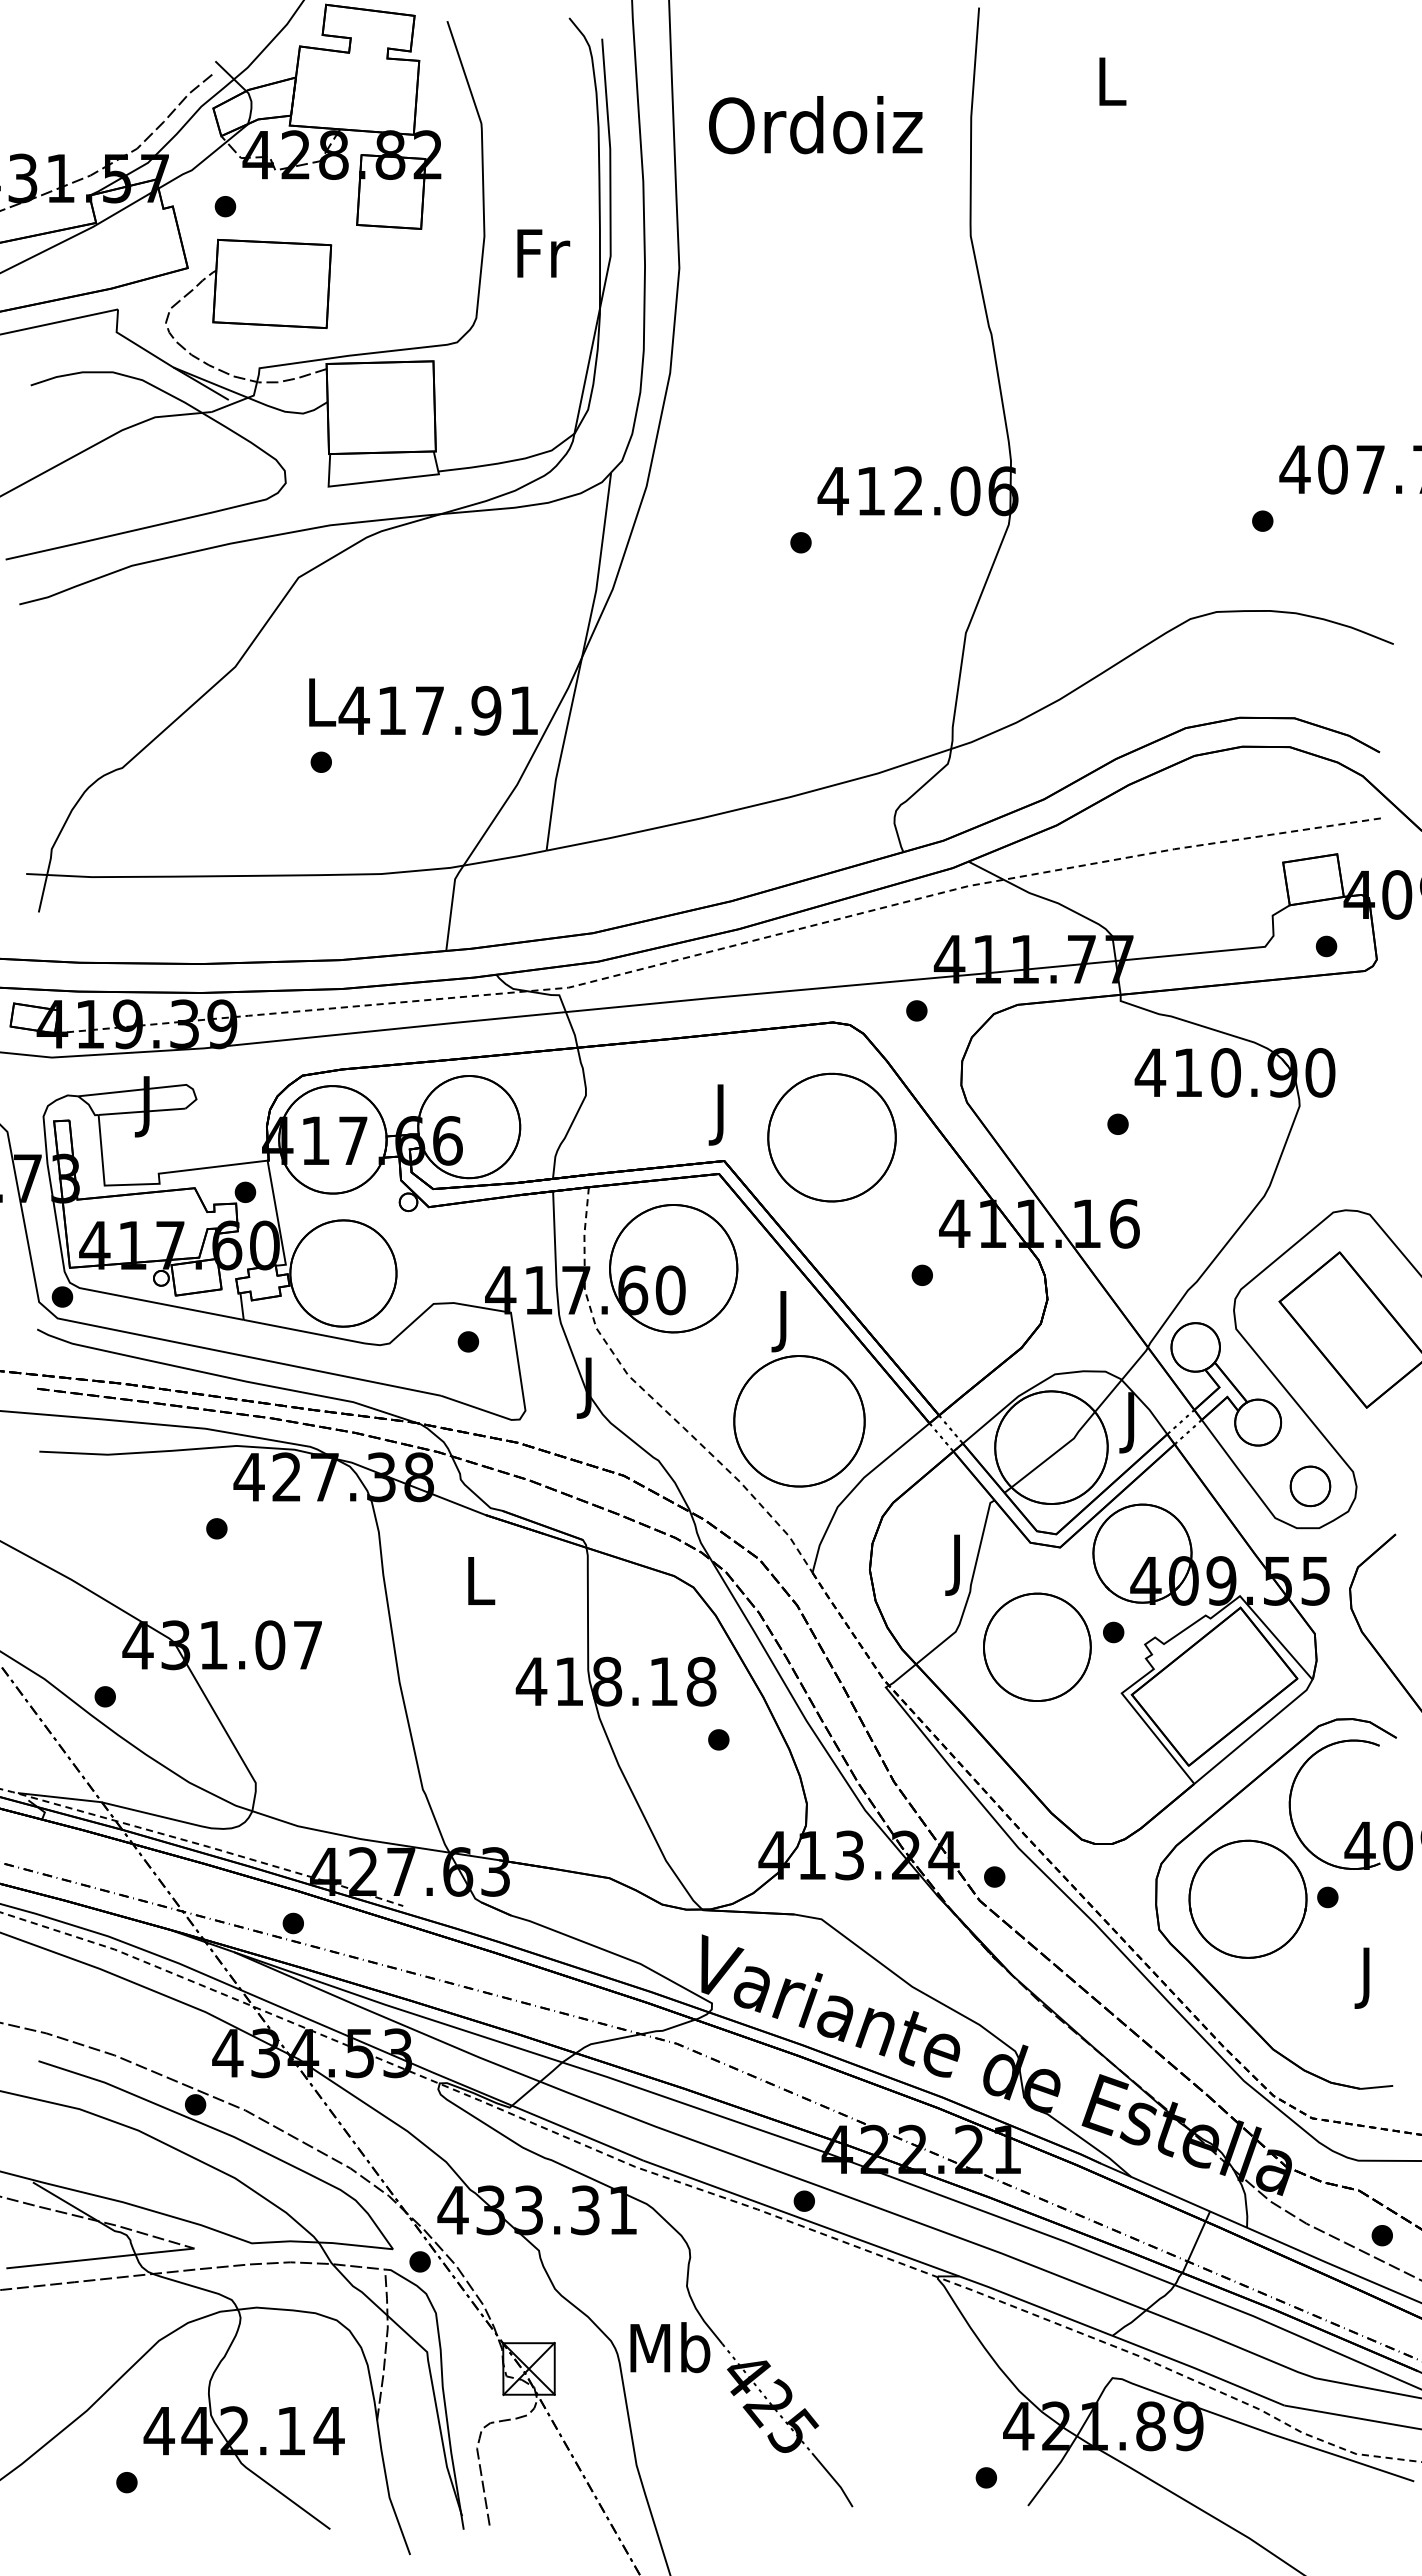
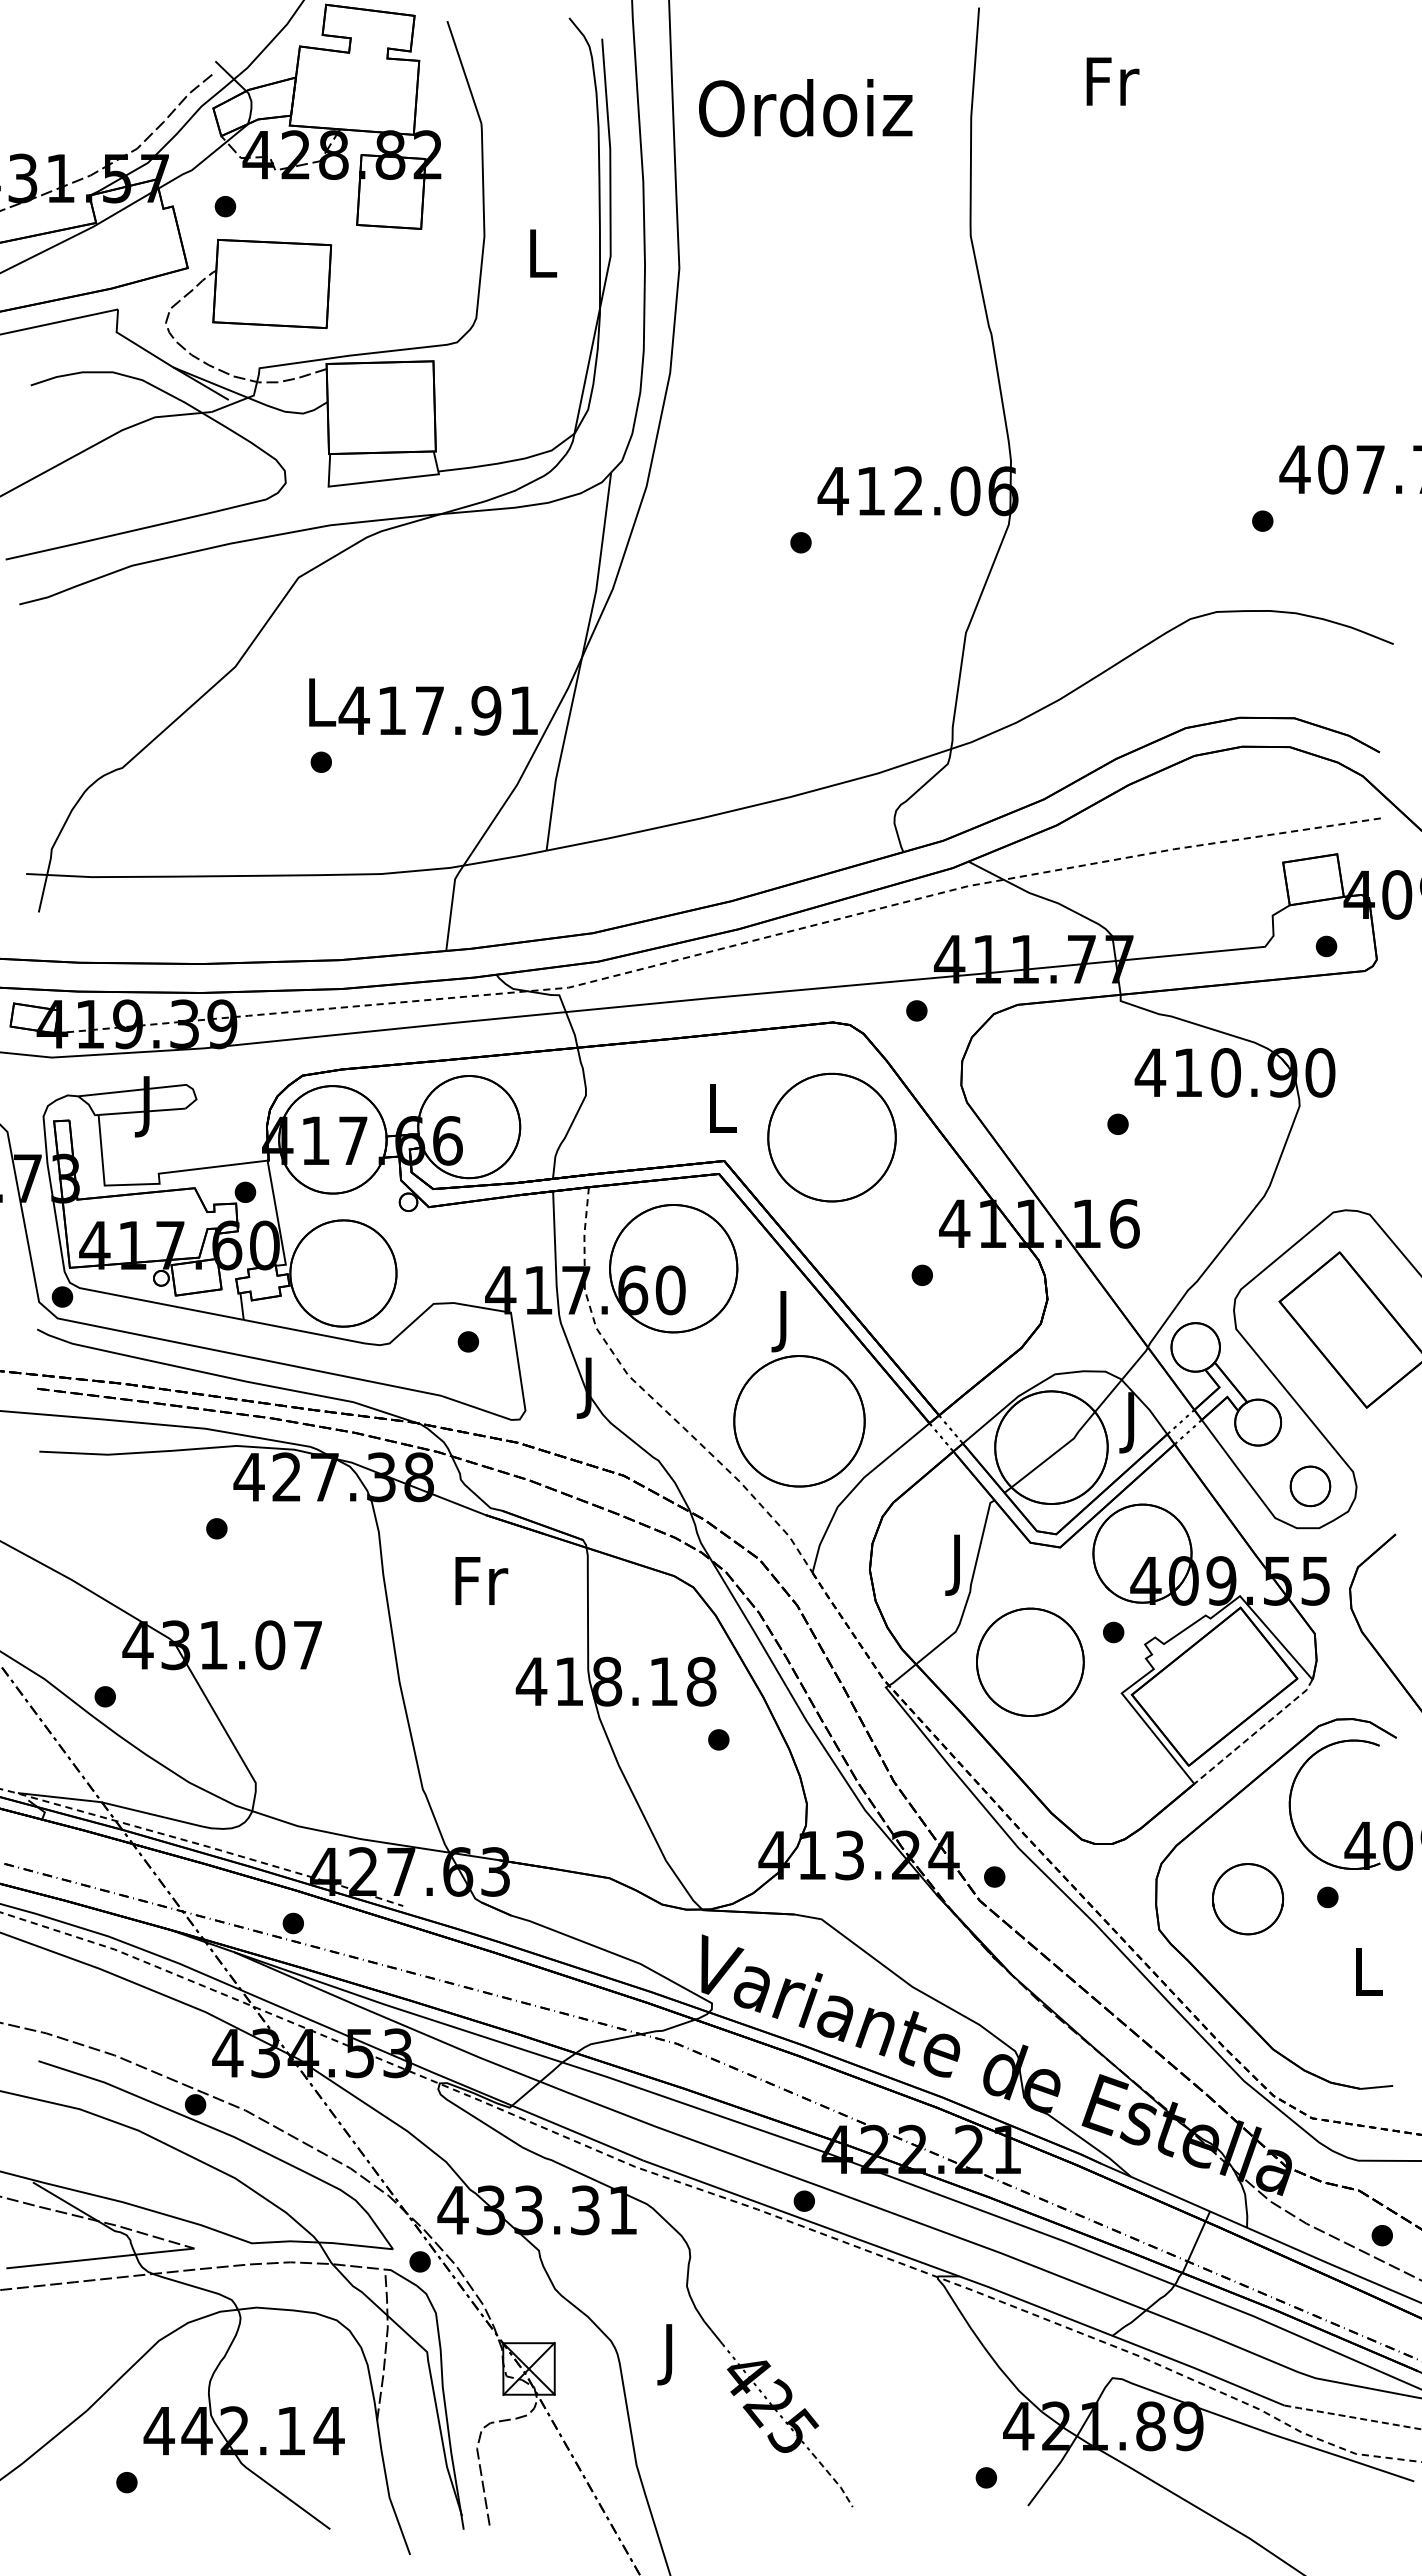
text at (1112, 81): L -> Fr
text at (815, 125) position: (815, 125) -> (805, 108)
text at (543, 253): Fr -> L
text at (722, 1114): J -> L
text at (481, 1580): L -> Fr
part at (1037, 1646) position: (1037, 1646) -> (1030, 1661)
line at (1255, 1732): solid -> dashed
part at (1247, 1898) size: 120x120 px -> 73x73 px
text at (1368, 1977): J -> L
text at (670, 2353): Mb -> J
line at (1352, 2417): solid -> dashed
line at (834, 2479): solid -> dashed
